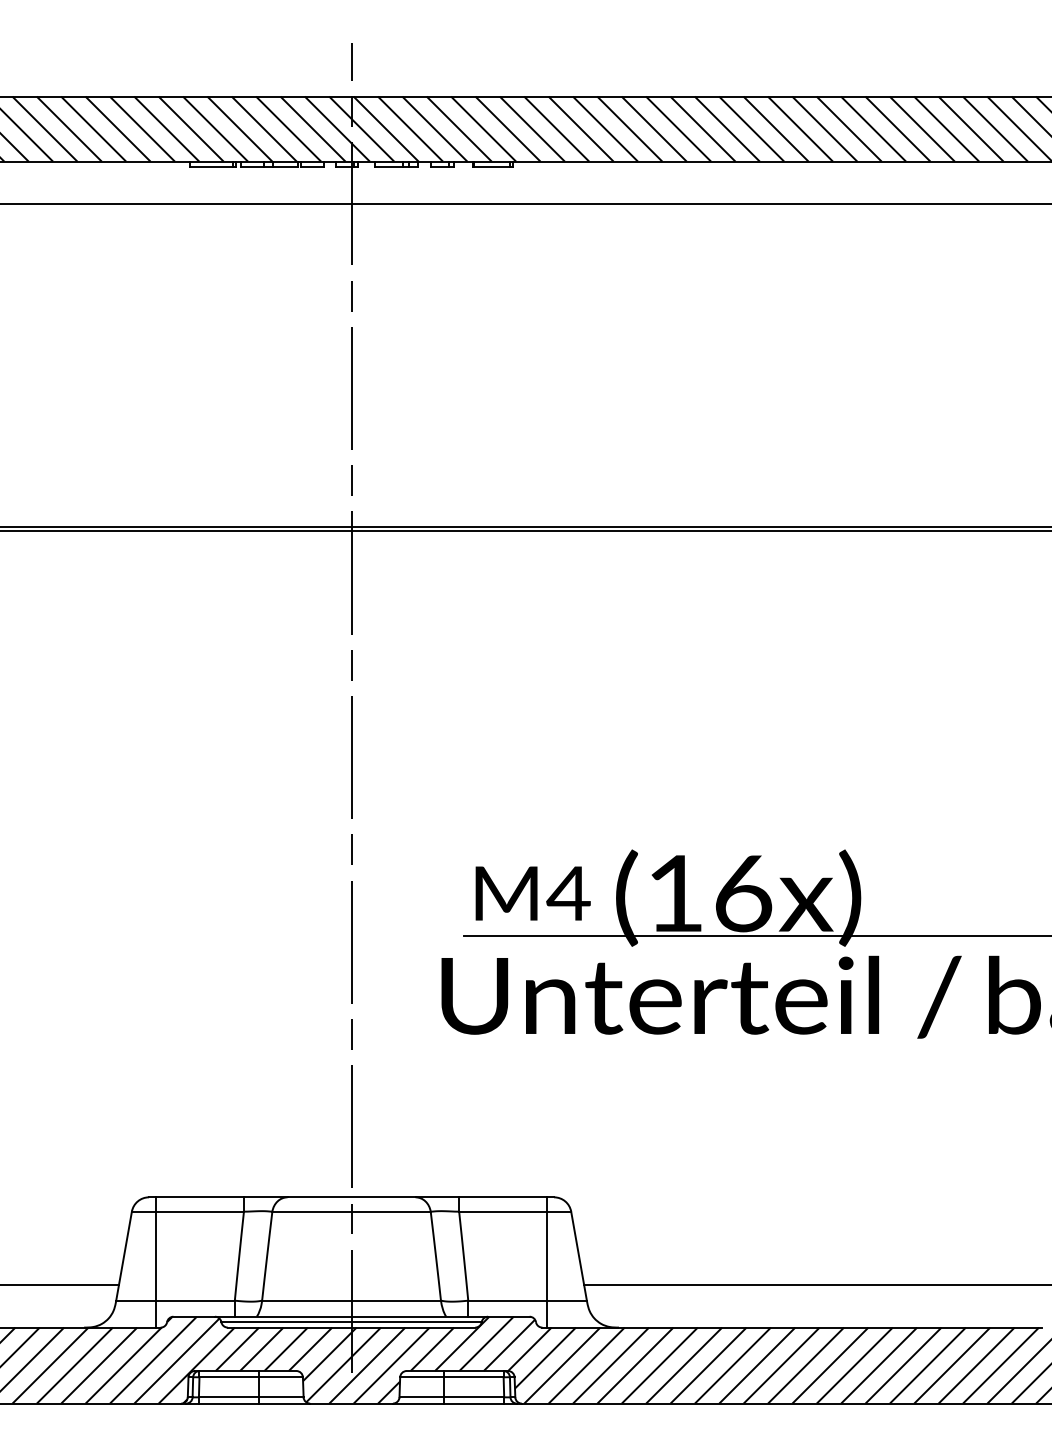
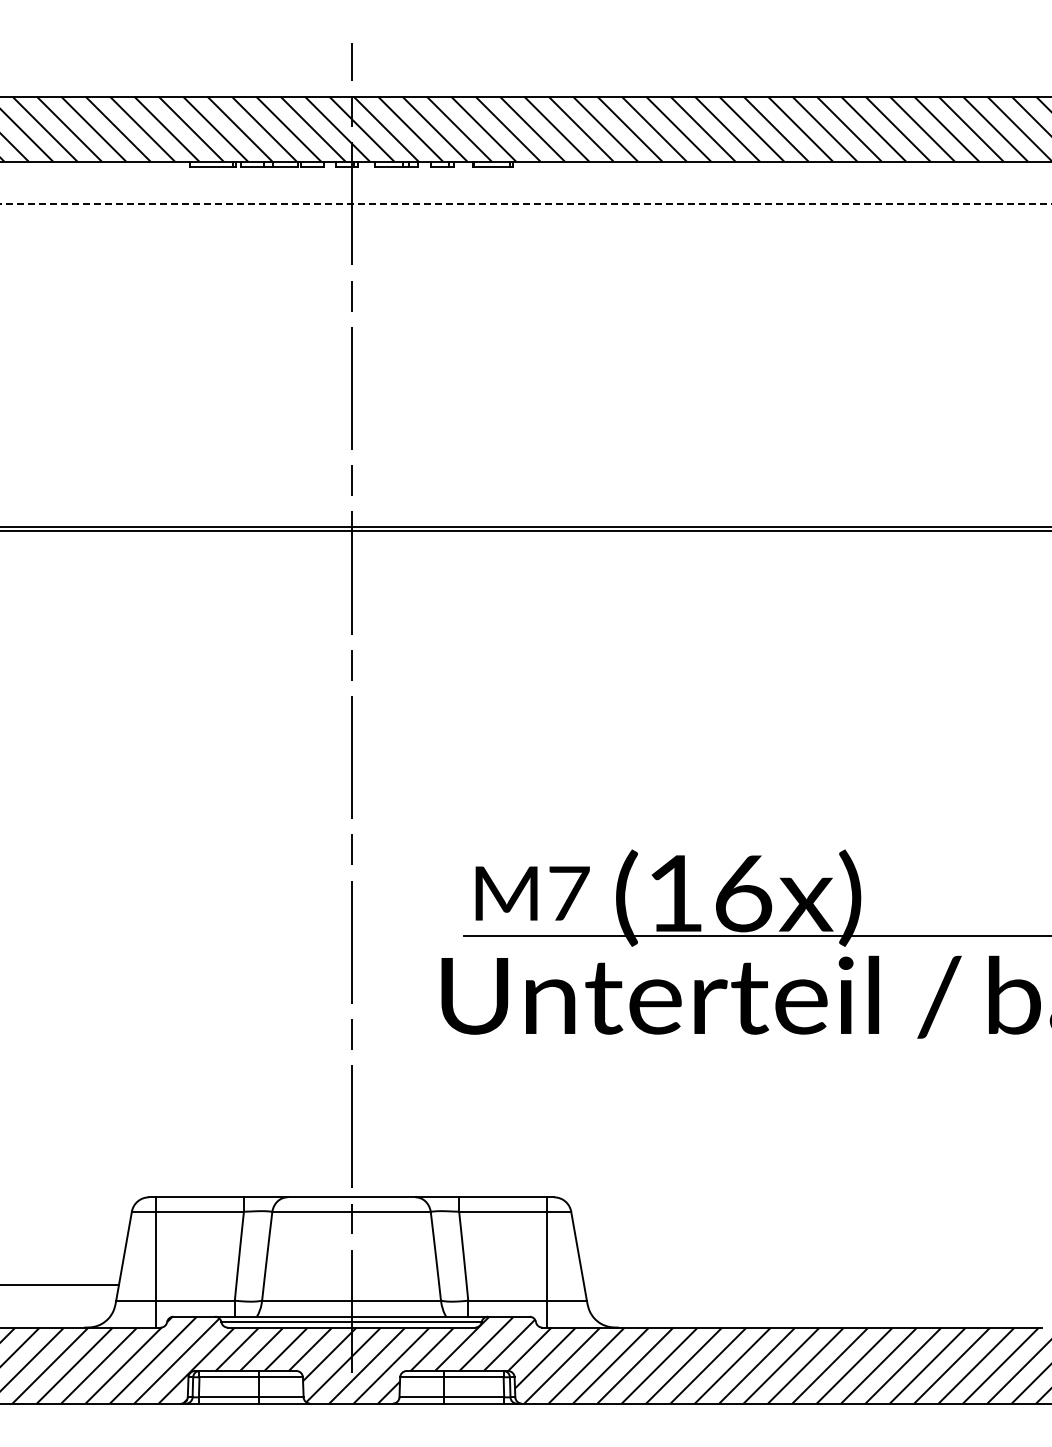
line at (526, 204): solid -> dashed
text at (568, 893): M4 -> M7
line at (816, 1284): present -> none
